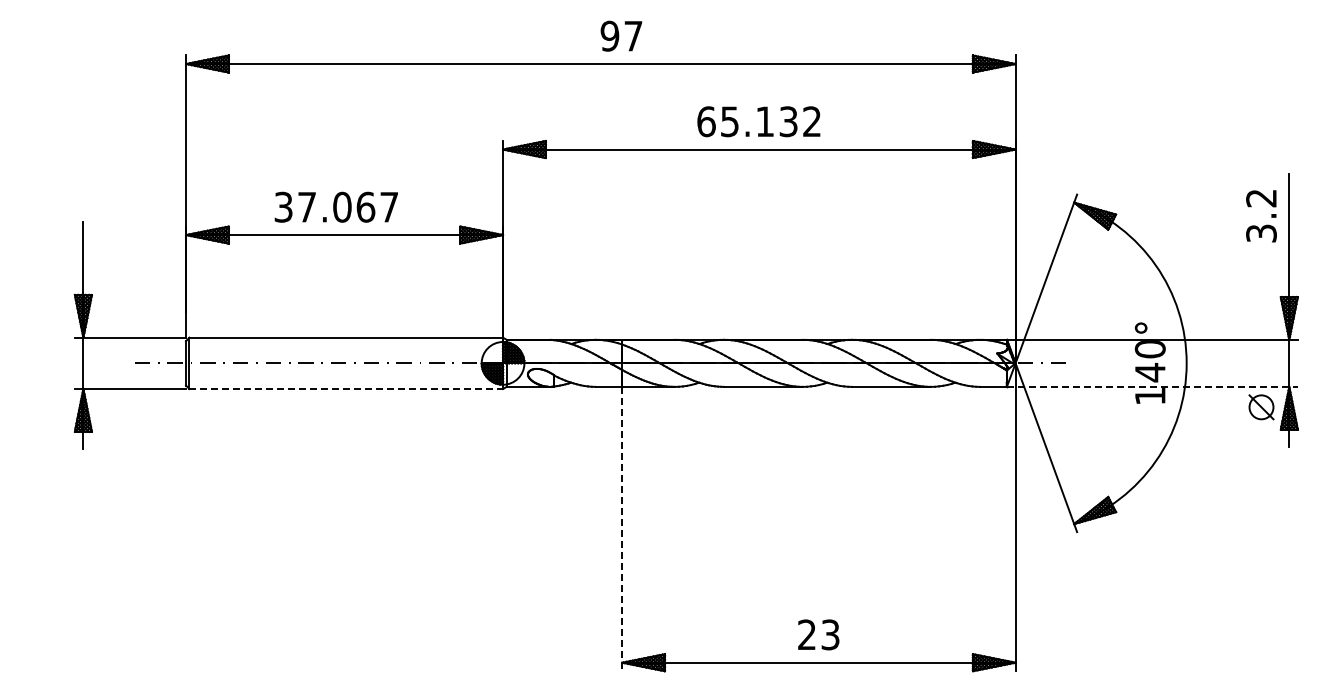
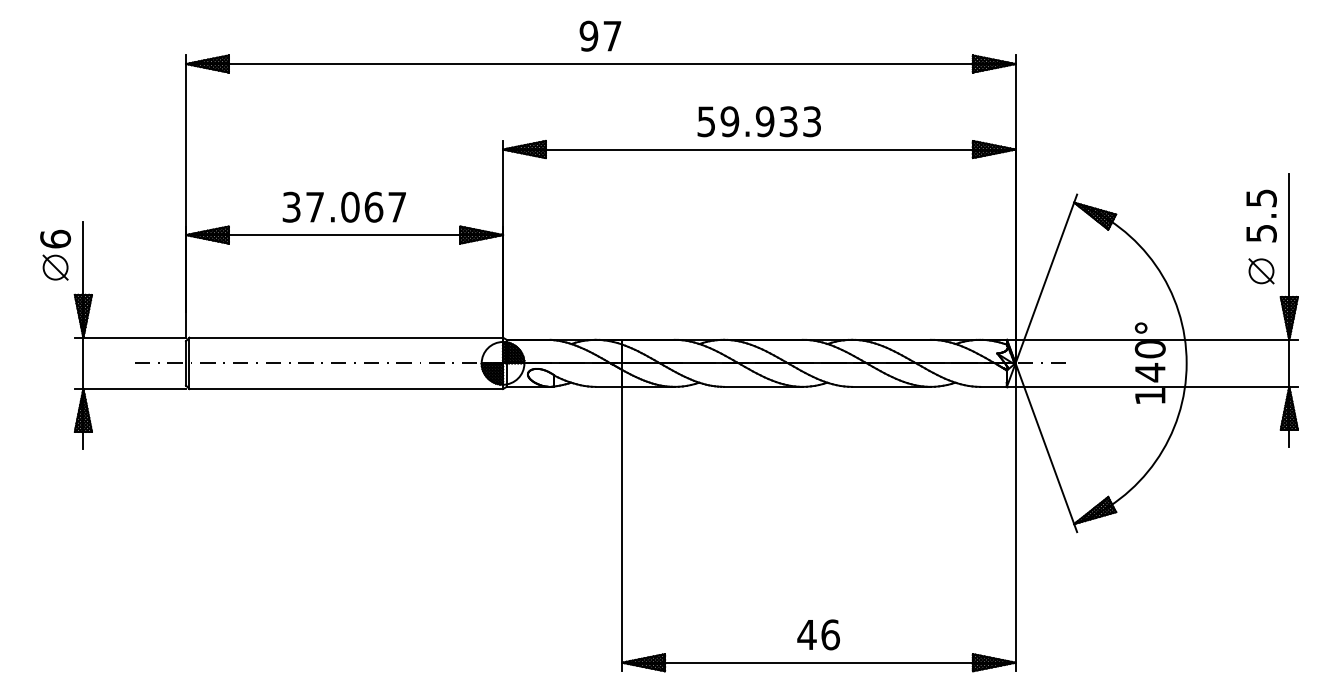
text at (621, 35) position: (621, 35) -> (600, 35)
text at (758, 121): 65.132 -> 59.933
text at (335, 206) position: (335, 206) -> (343, 206)
text at (1261, 215): 3.2 -> 5.5
part at (55, 254): none -> present
line at (1152, 386): dashed -> solid
line at (346, 389): dashed -> solid
part at (1261, 407) position: (1261, 407) -> (1261, 271)
line at (622, 529): dashed -> solid
text at (818, 634): 23 -> 46
